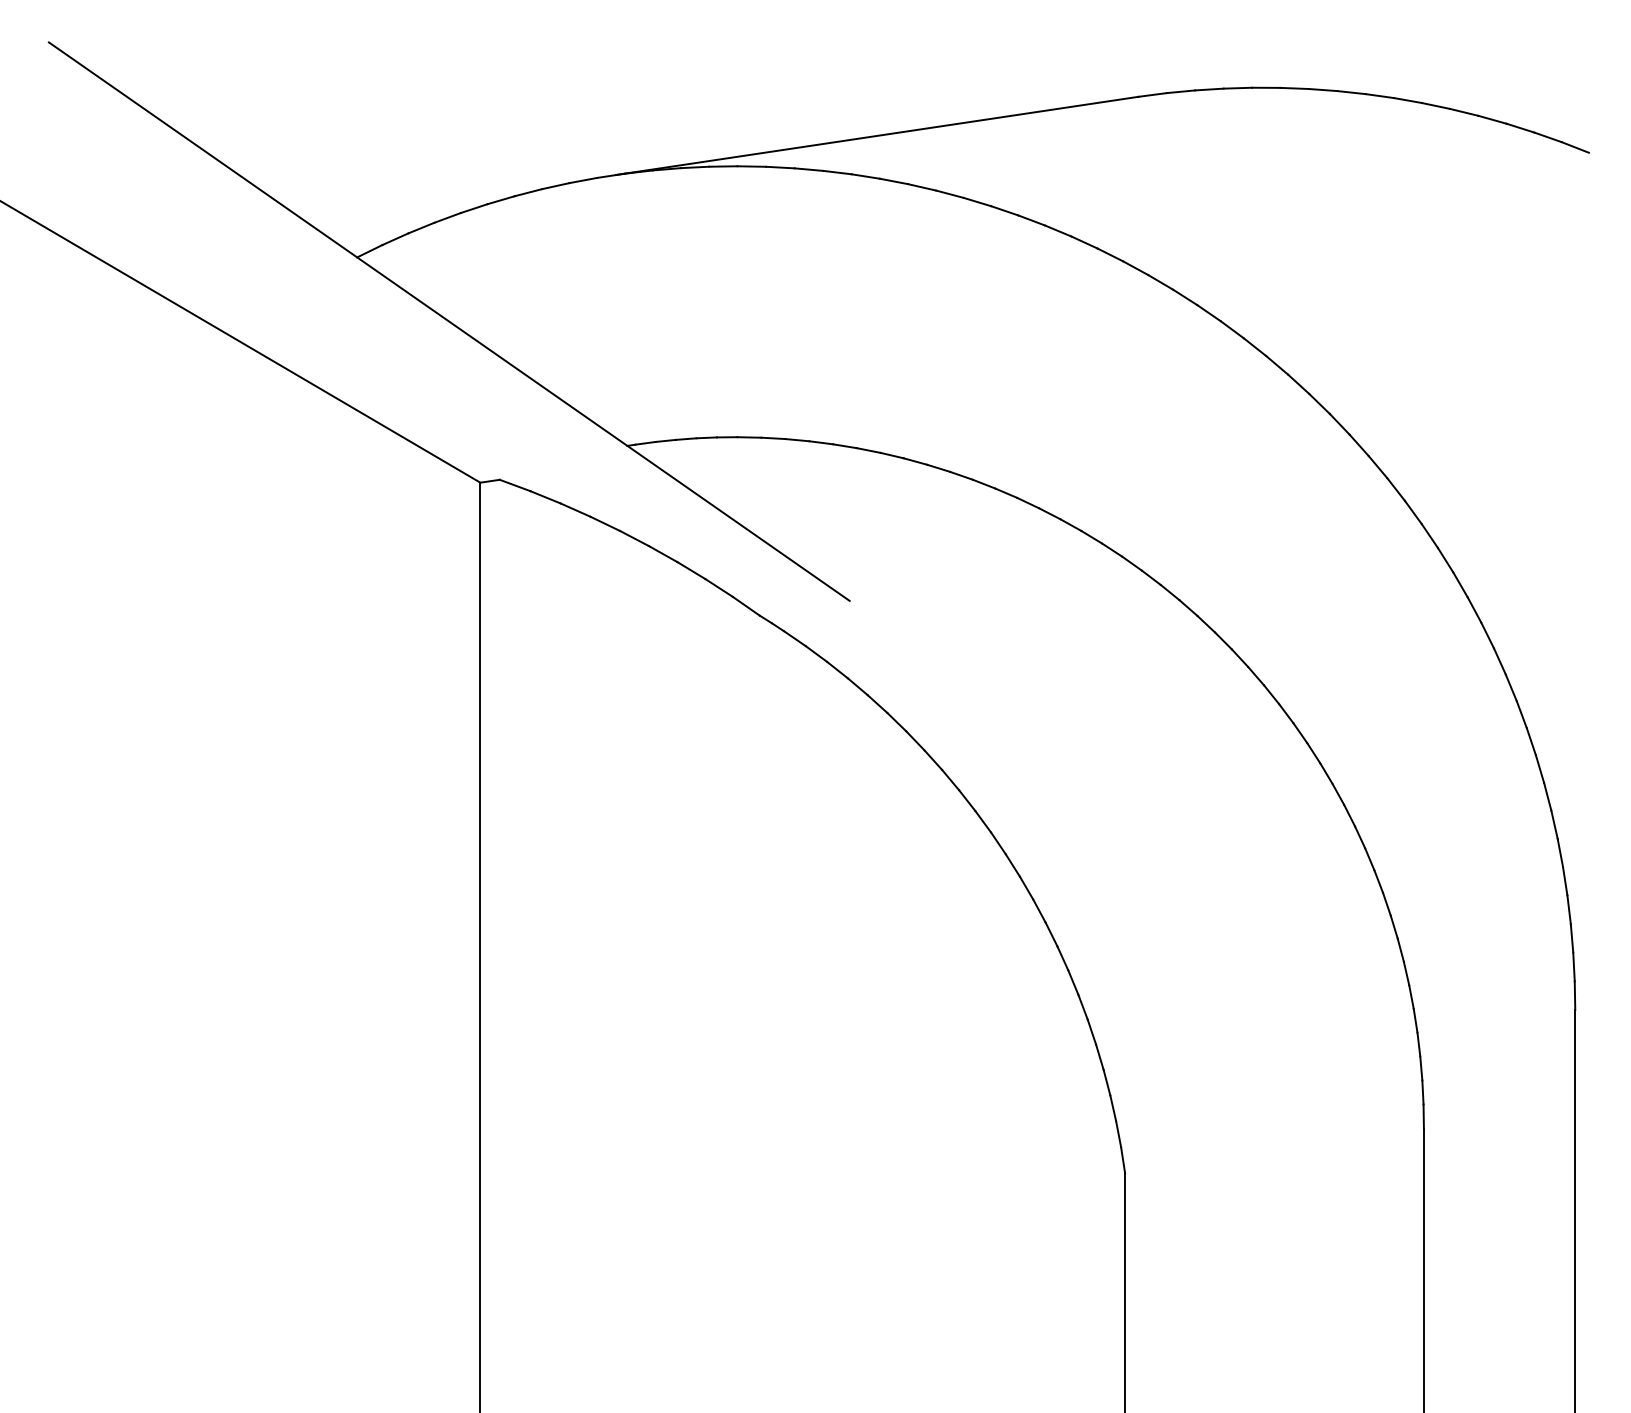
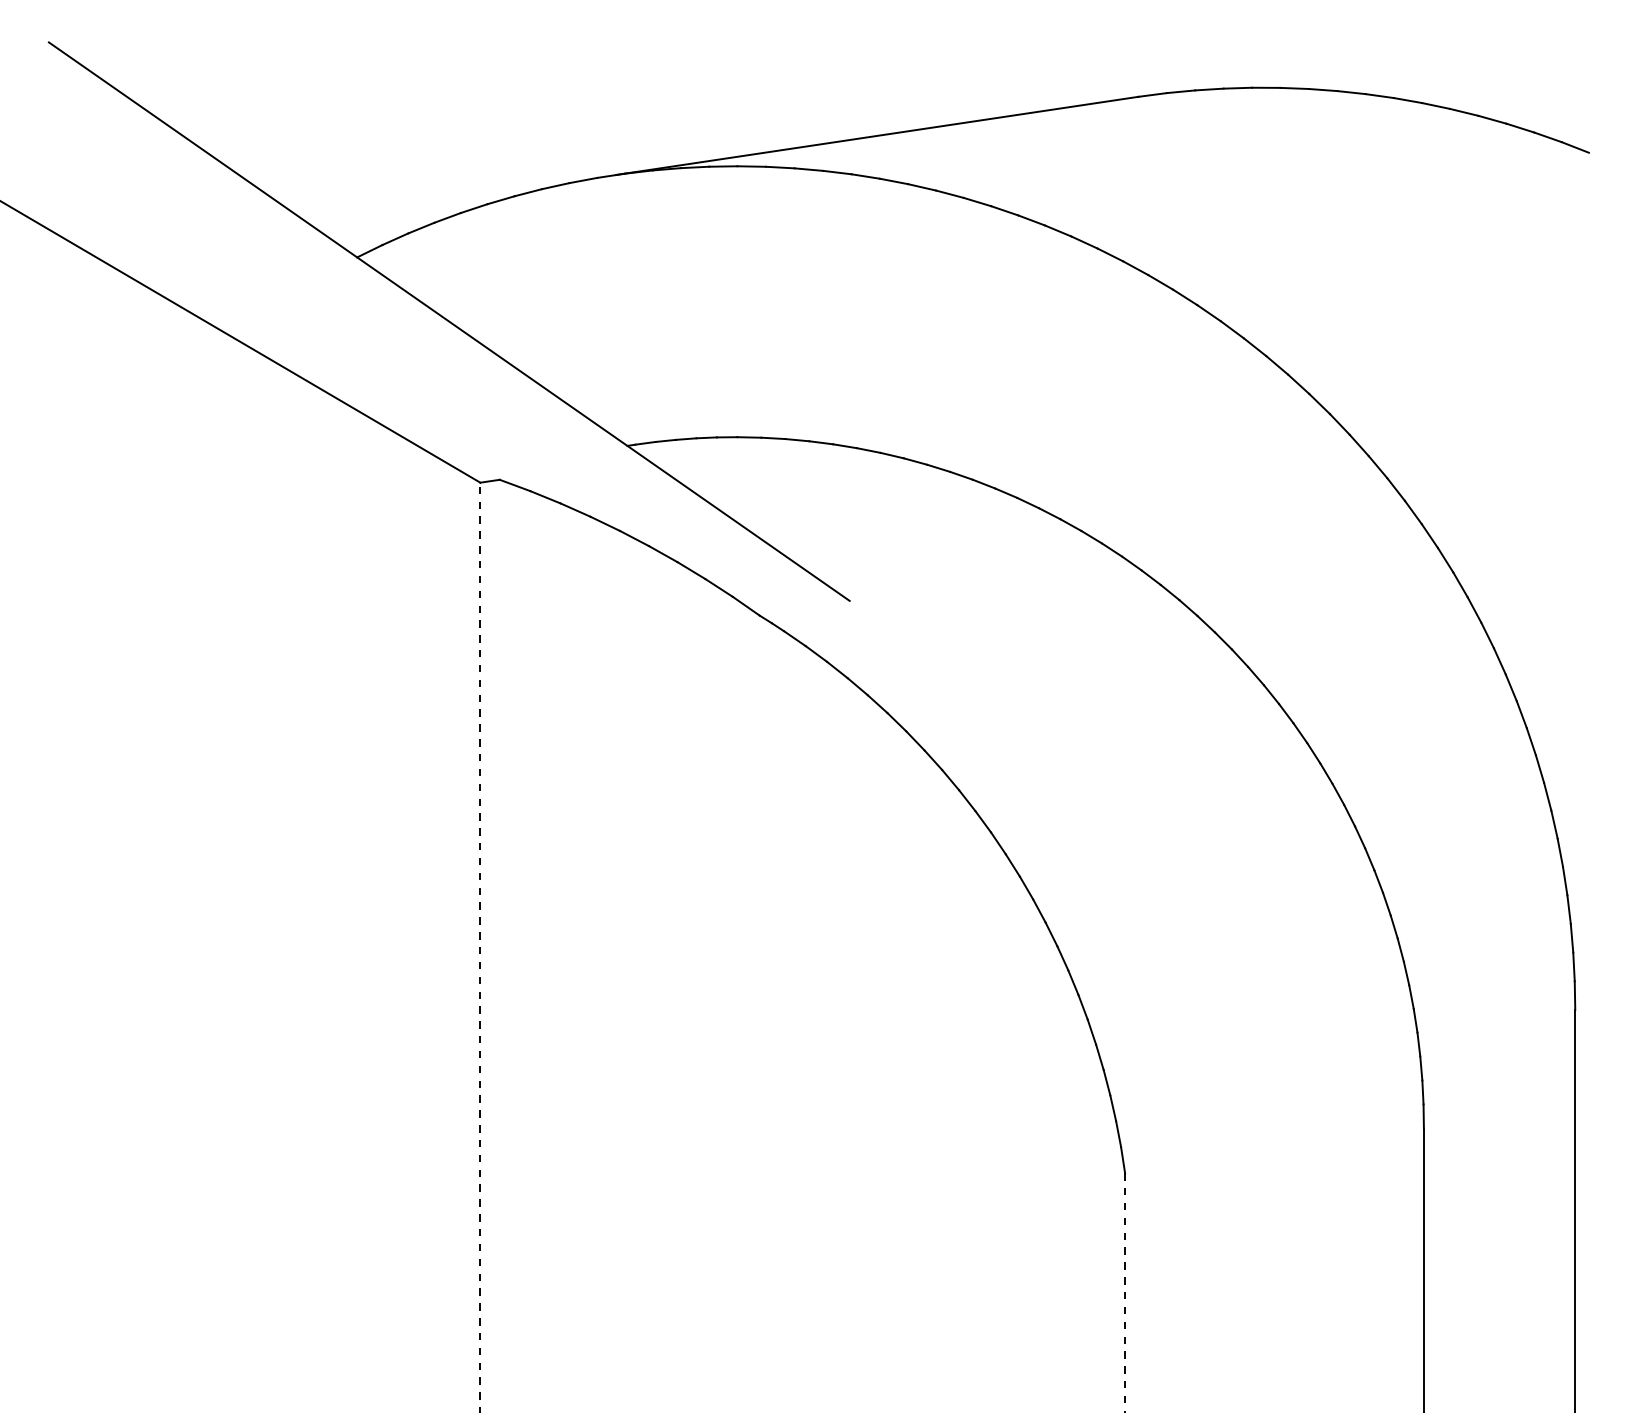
line at (480, 947): solid -> dashed
line at (1125, 1293): solid -> dashed
